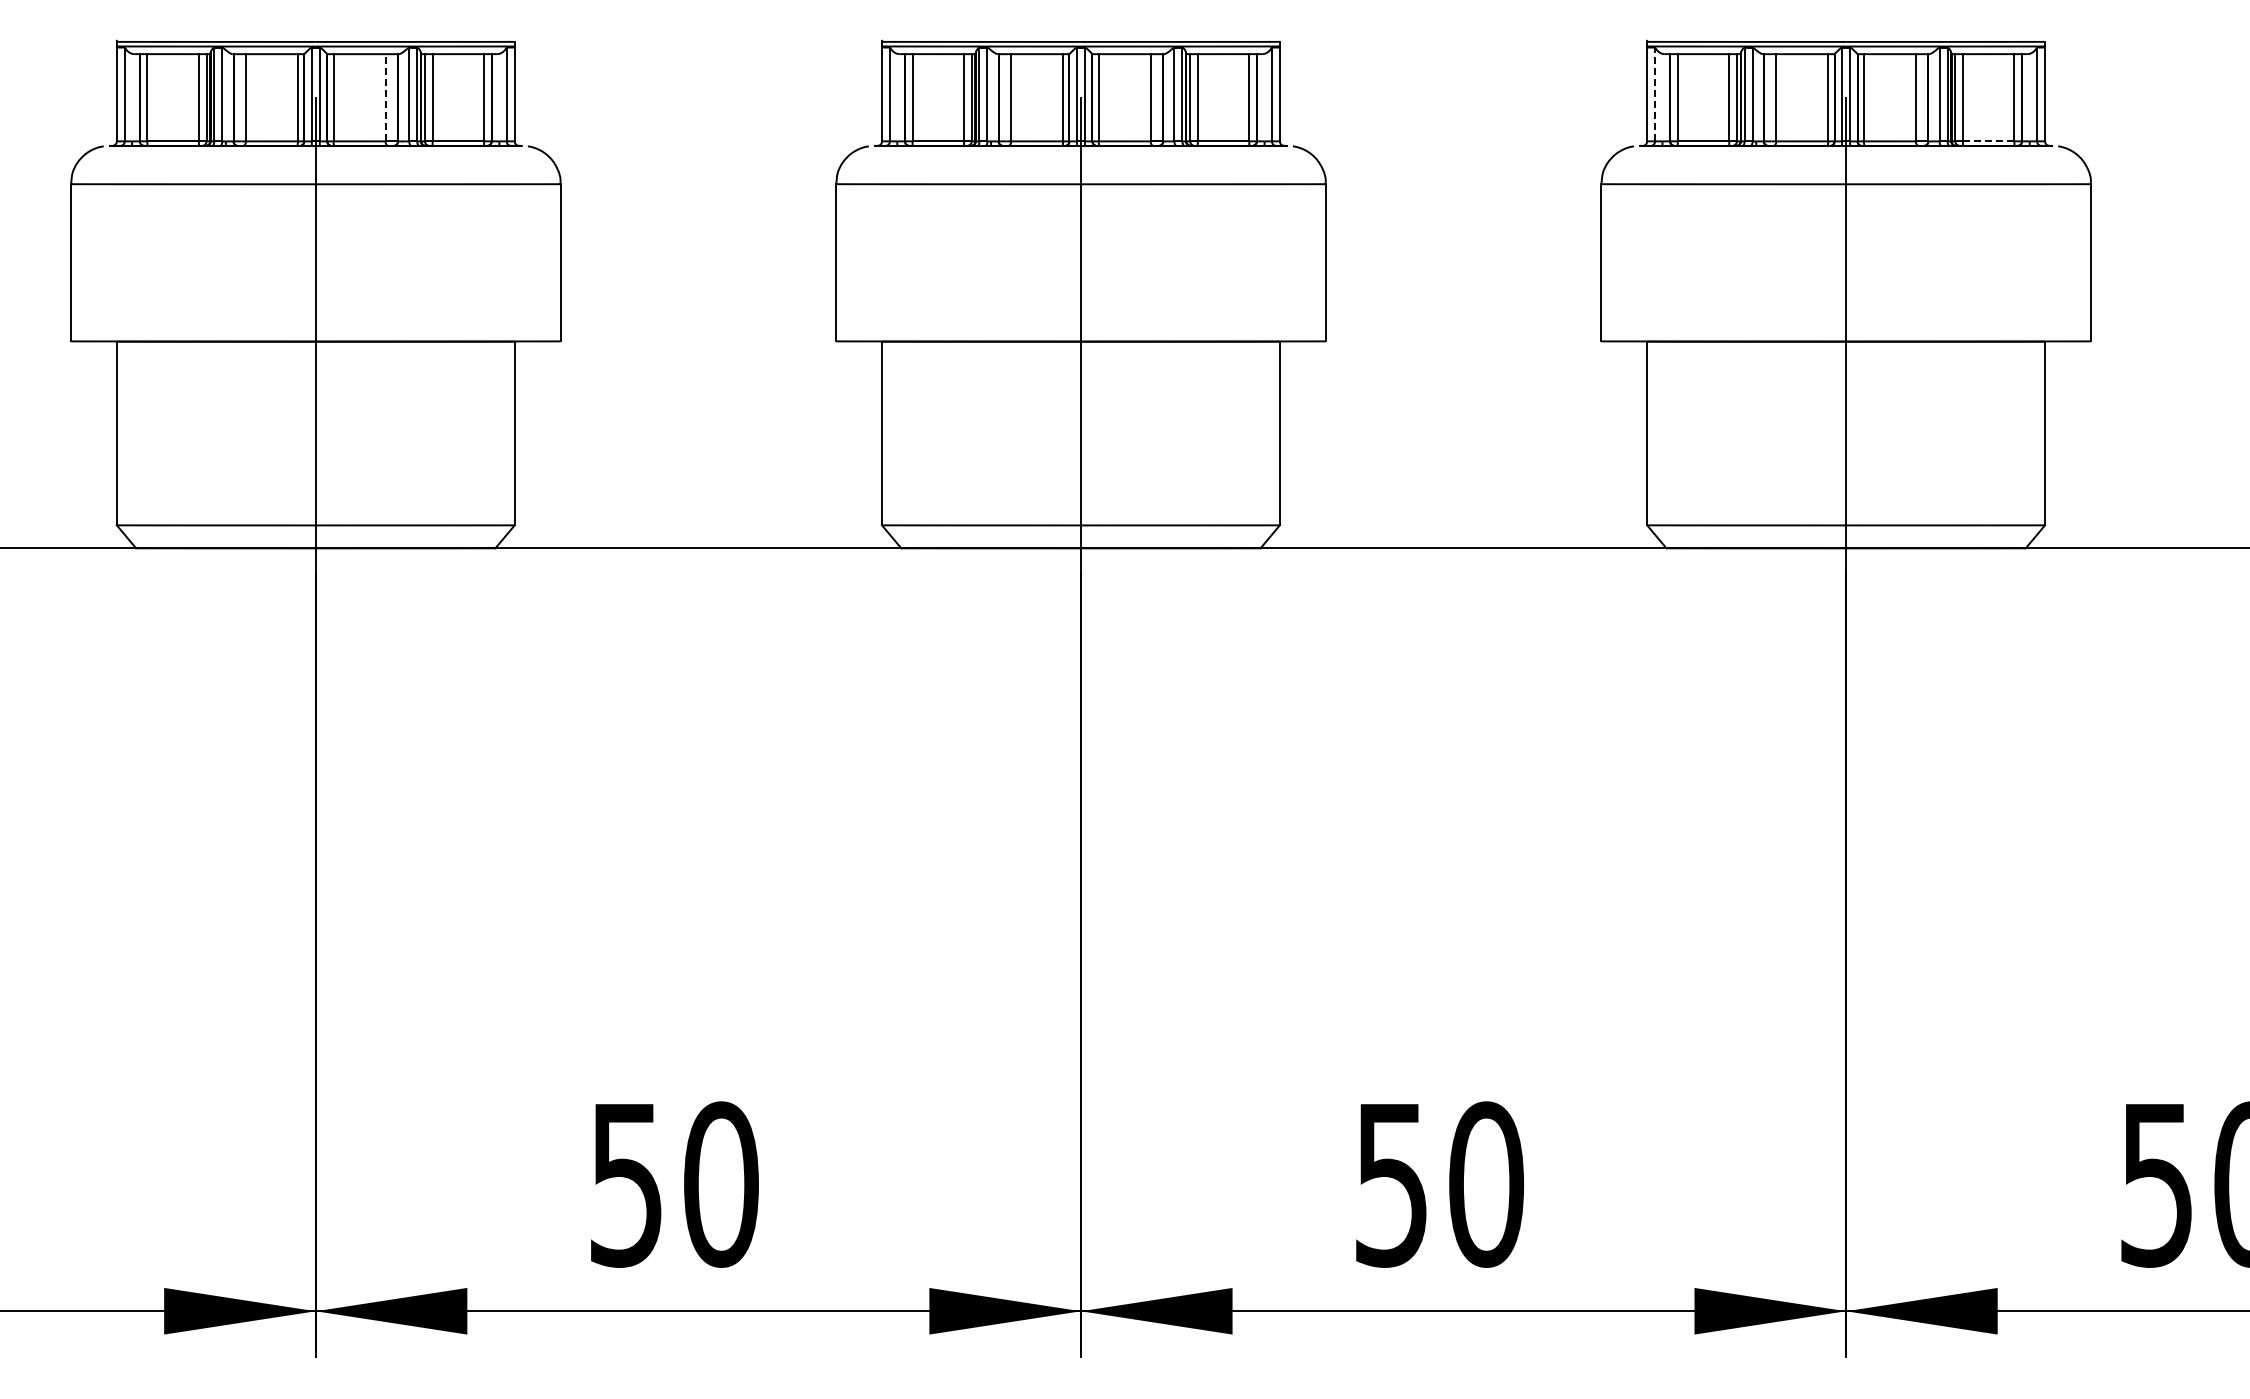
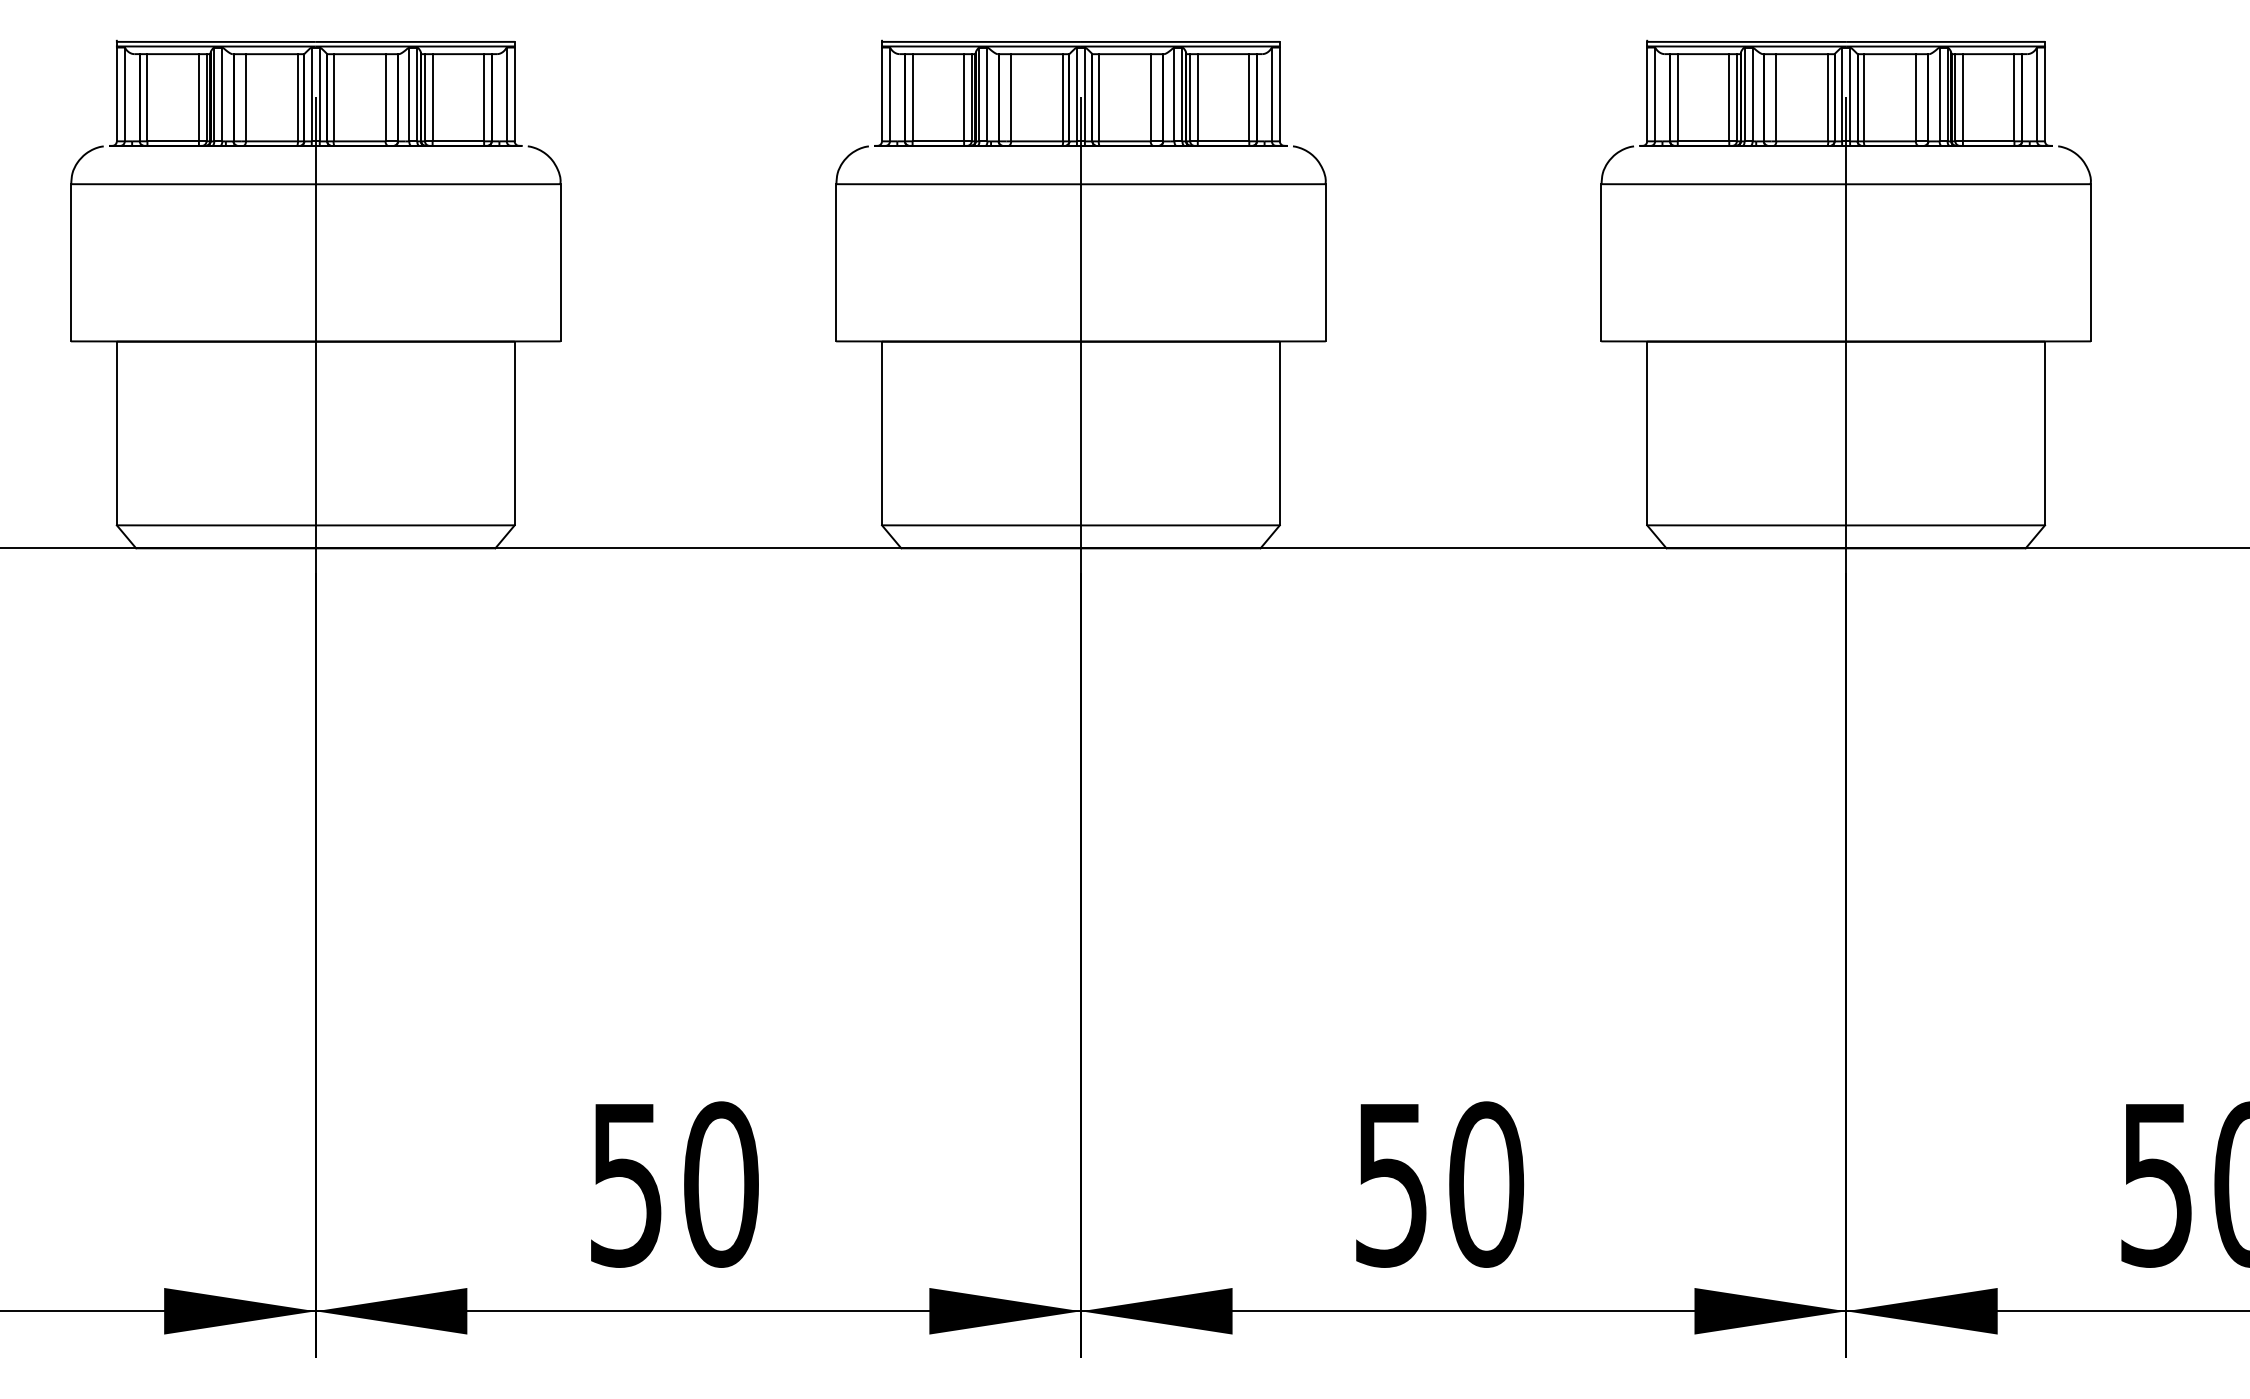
line at (1655, 94): dashed -> solid
line at (385, 97): dashed -> solid
line at (1988, 141): dashed -> solid
